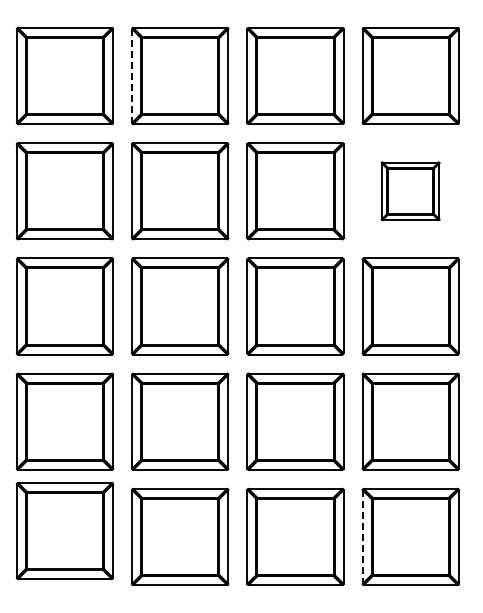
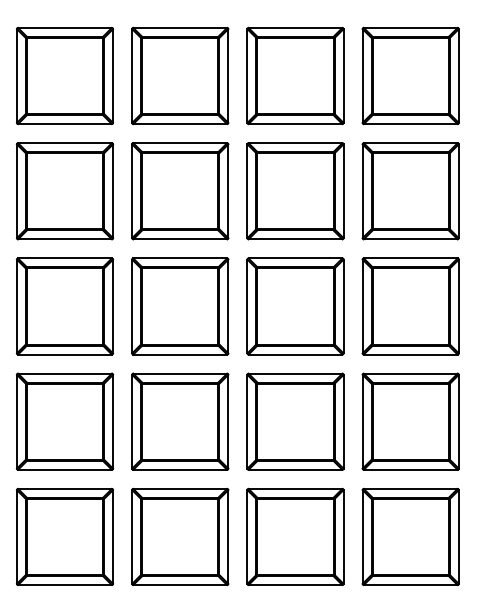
line at (132, 76): dashed -> solid
part at (410, 191) size: 61x61 px -> 99x99 px
part at (64, 530) position: (64, 530) -> (64, 536)
line at (362, 536): dashed -> solid
